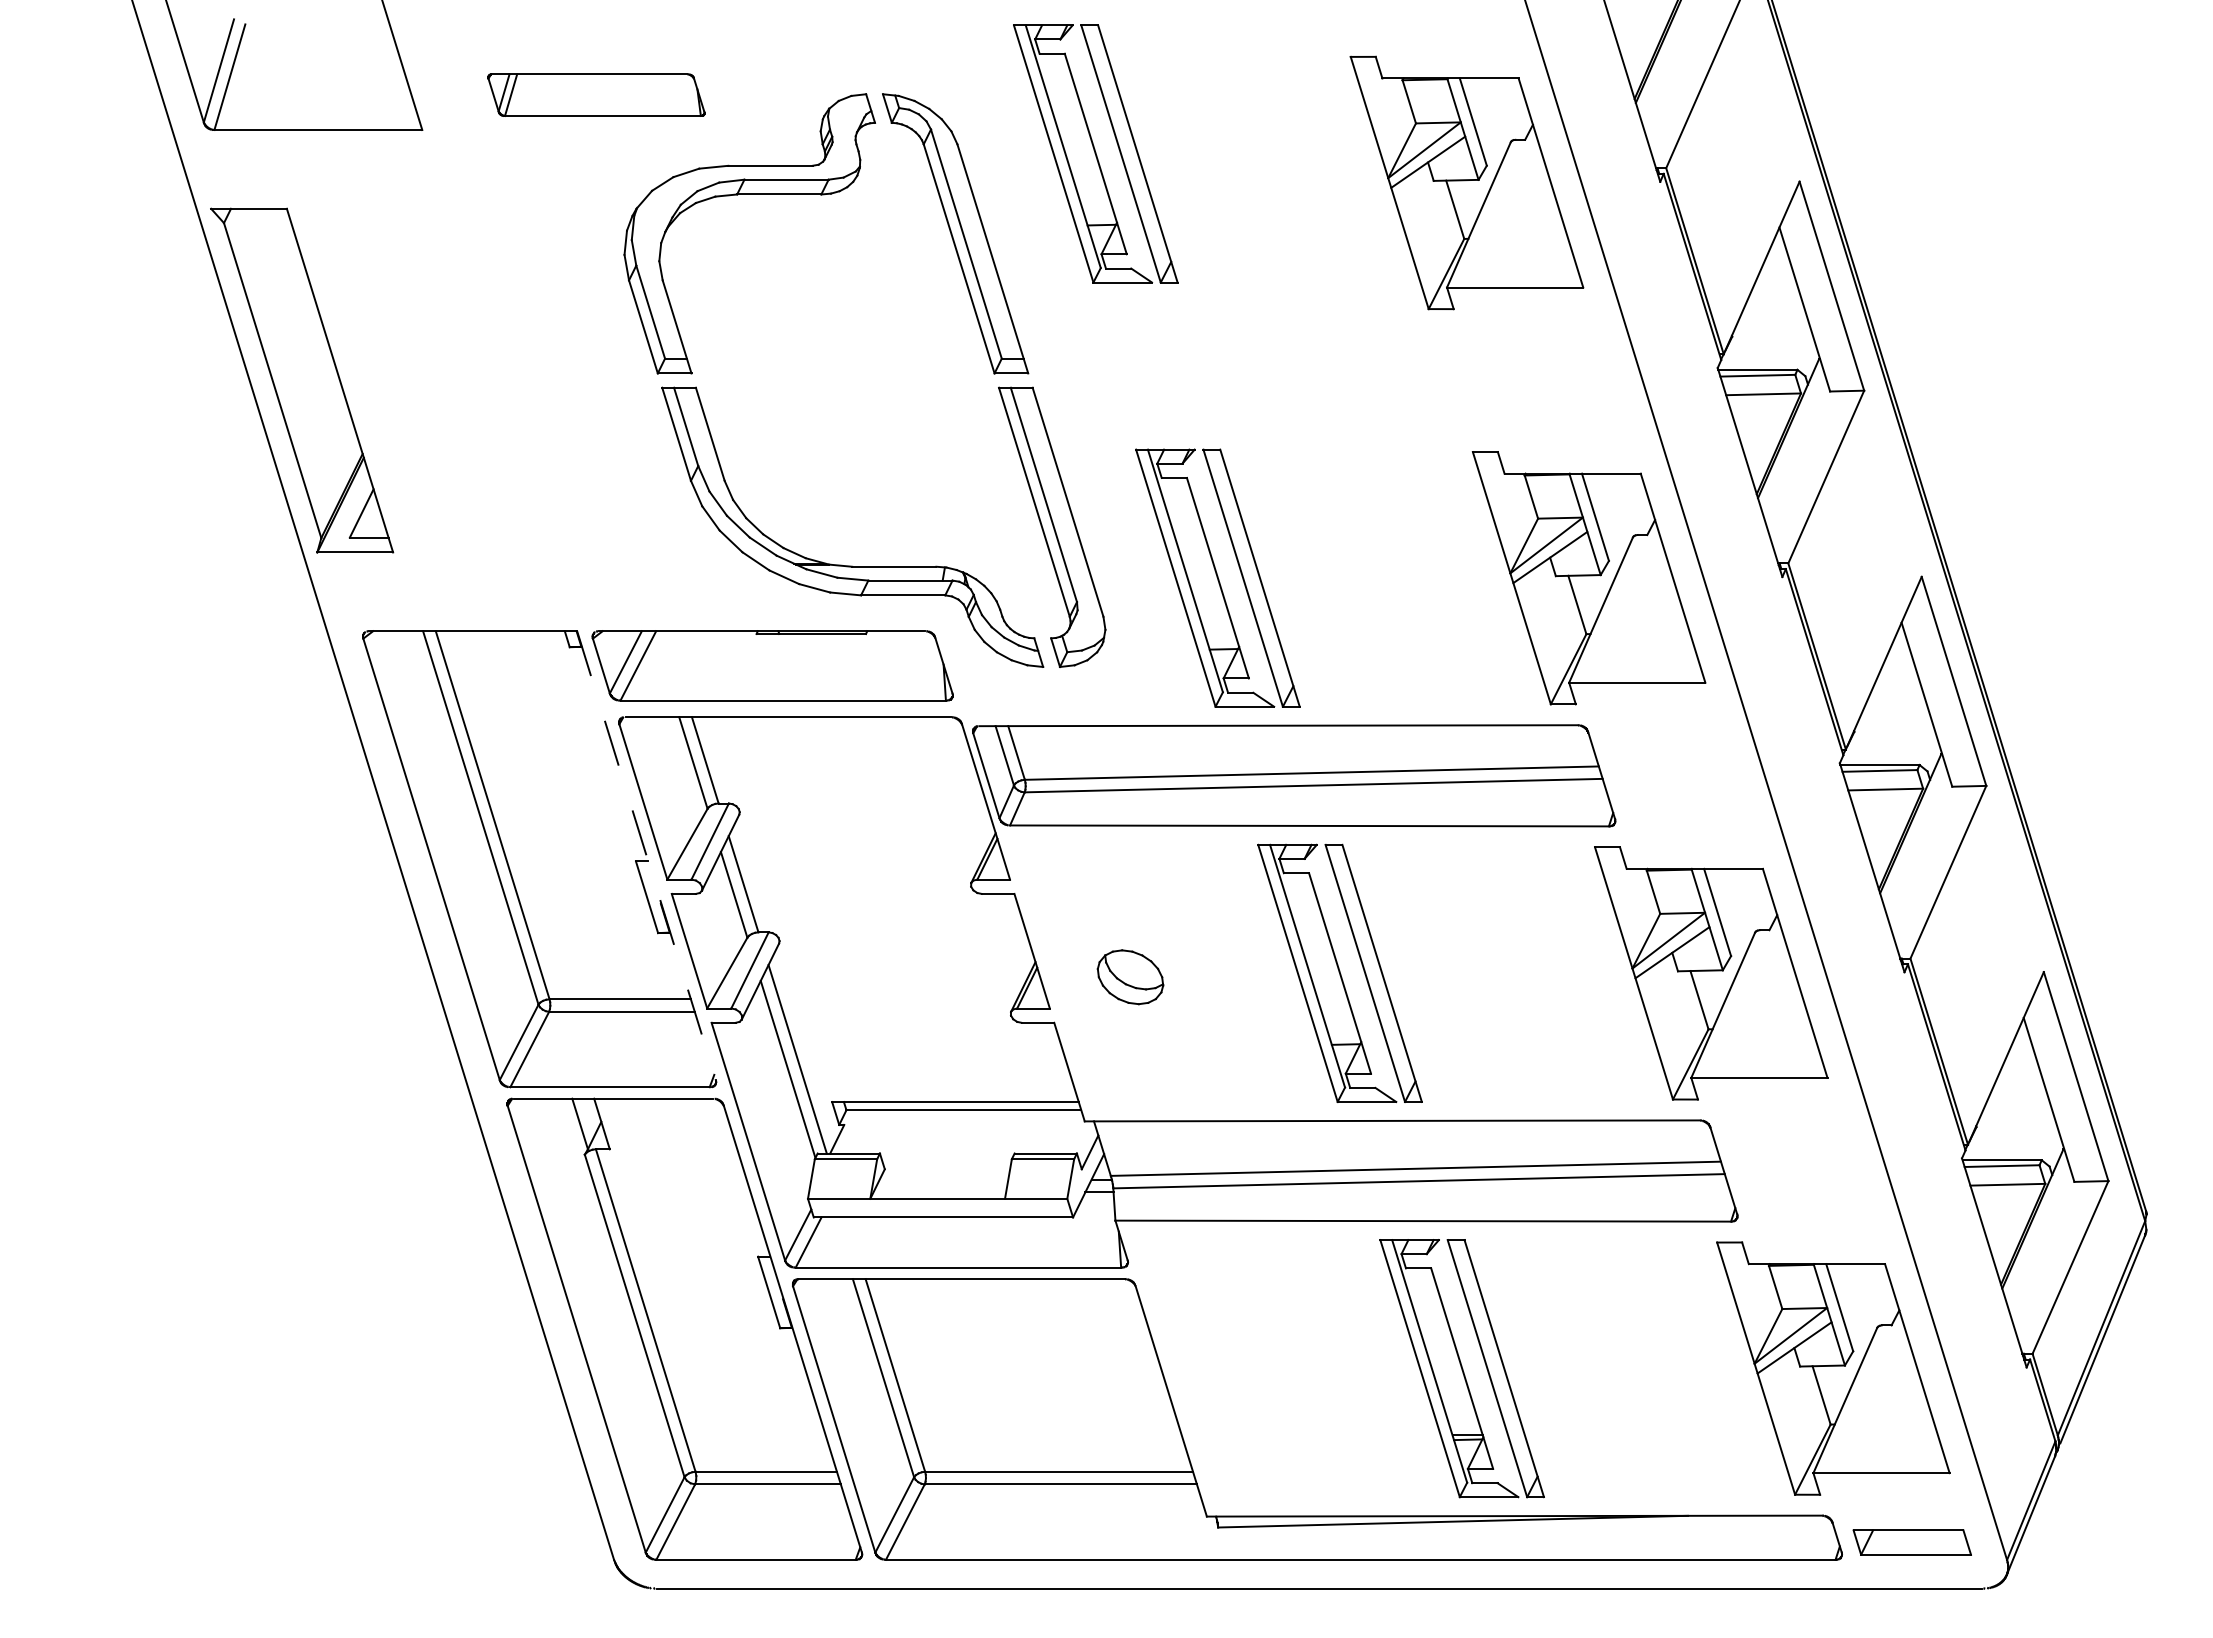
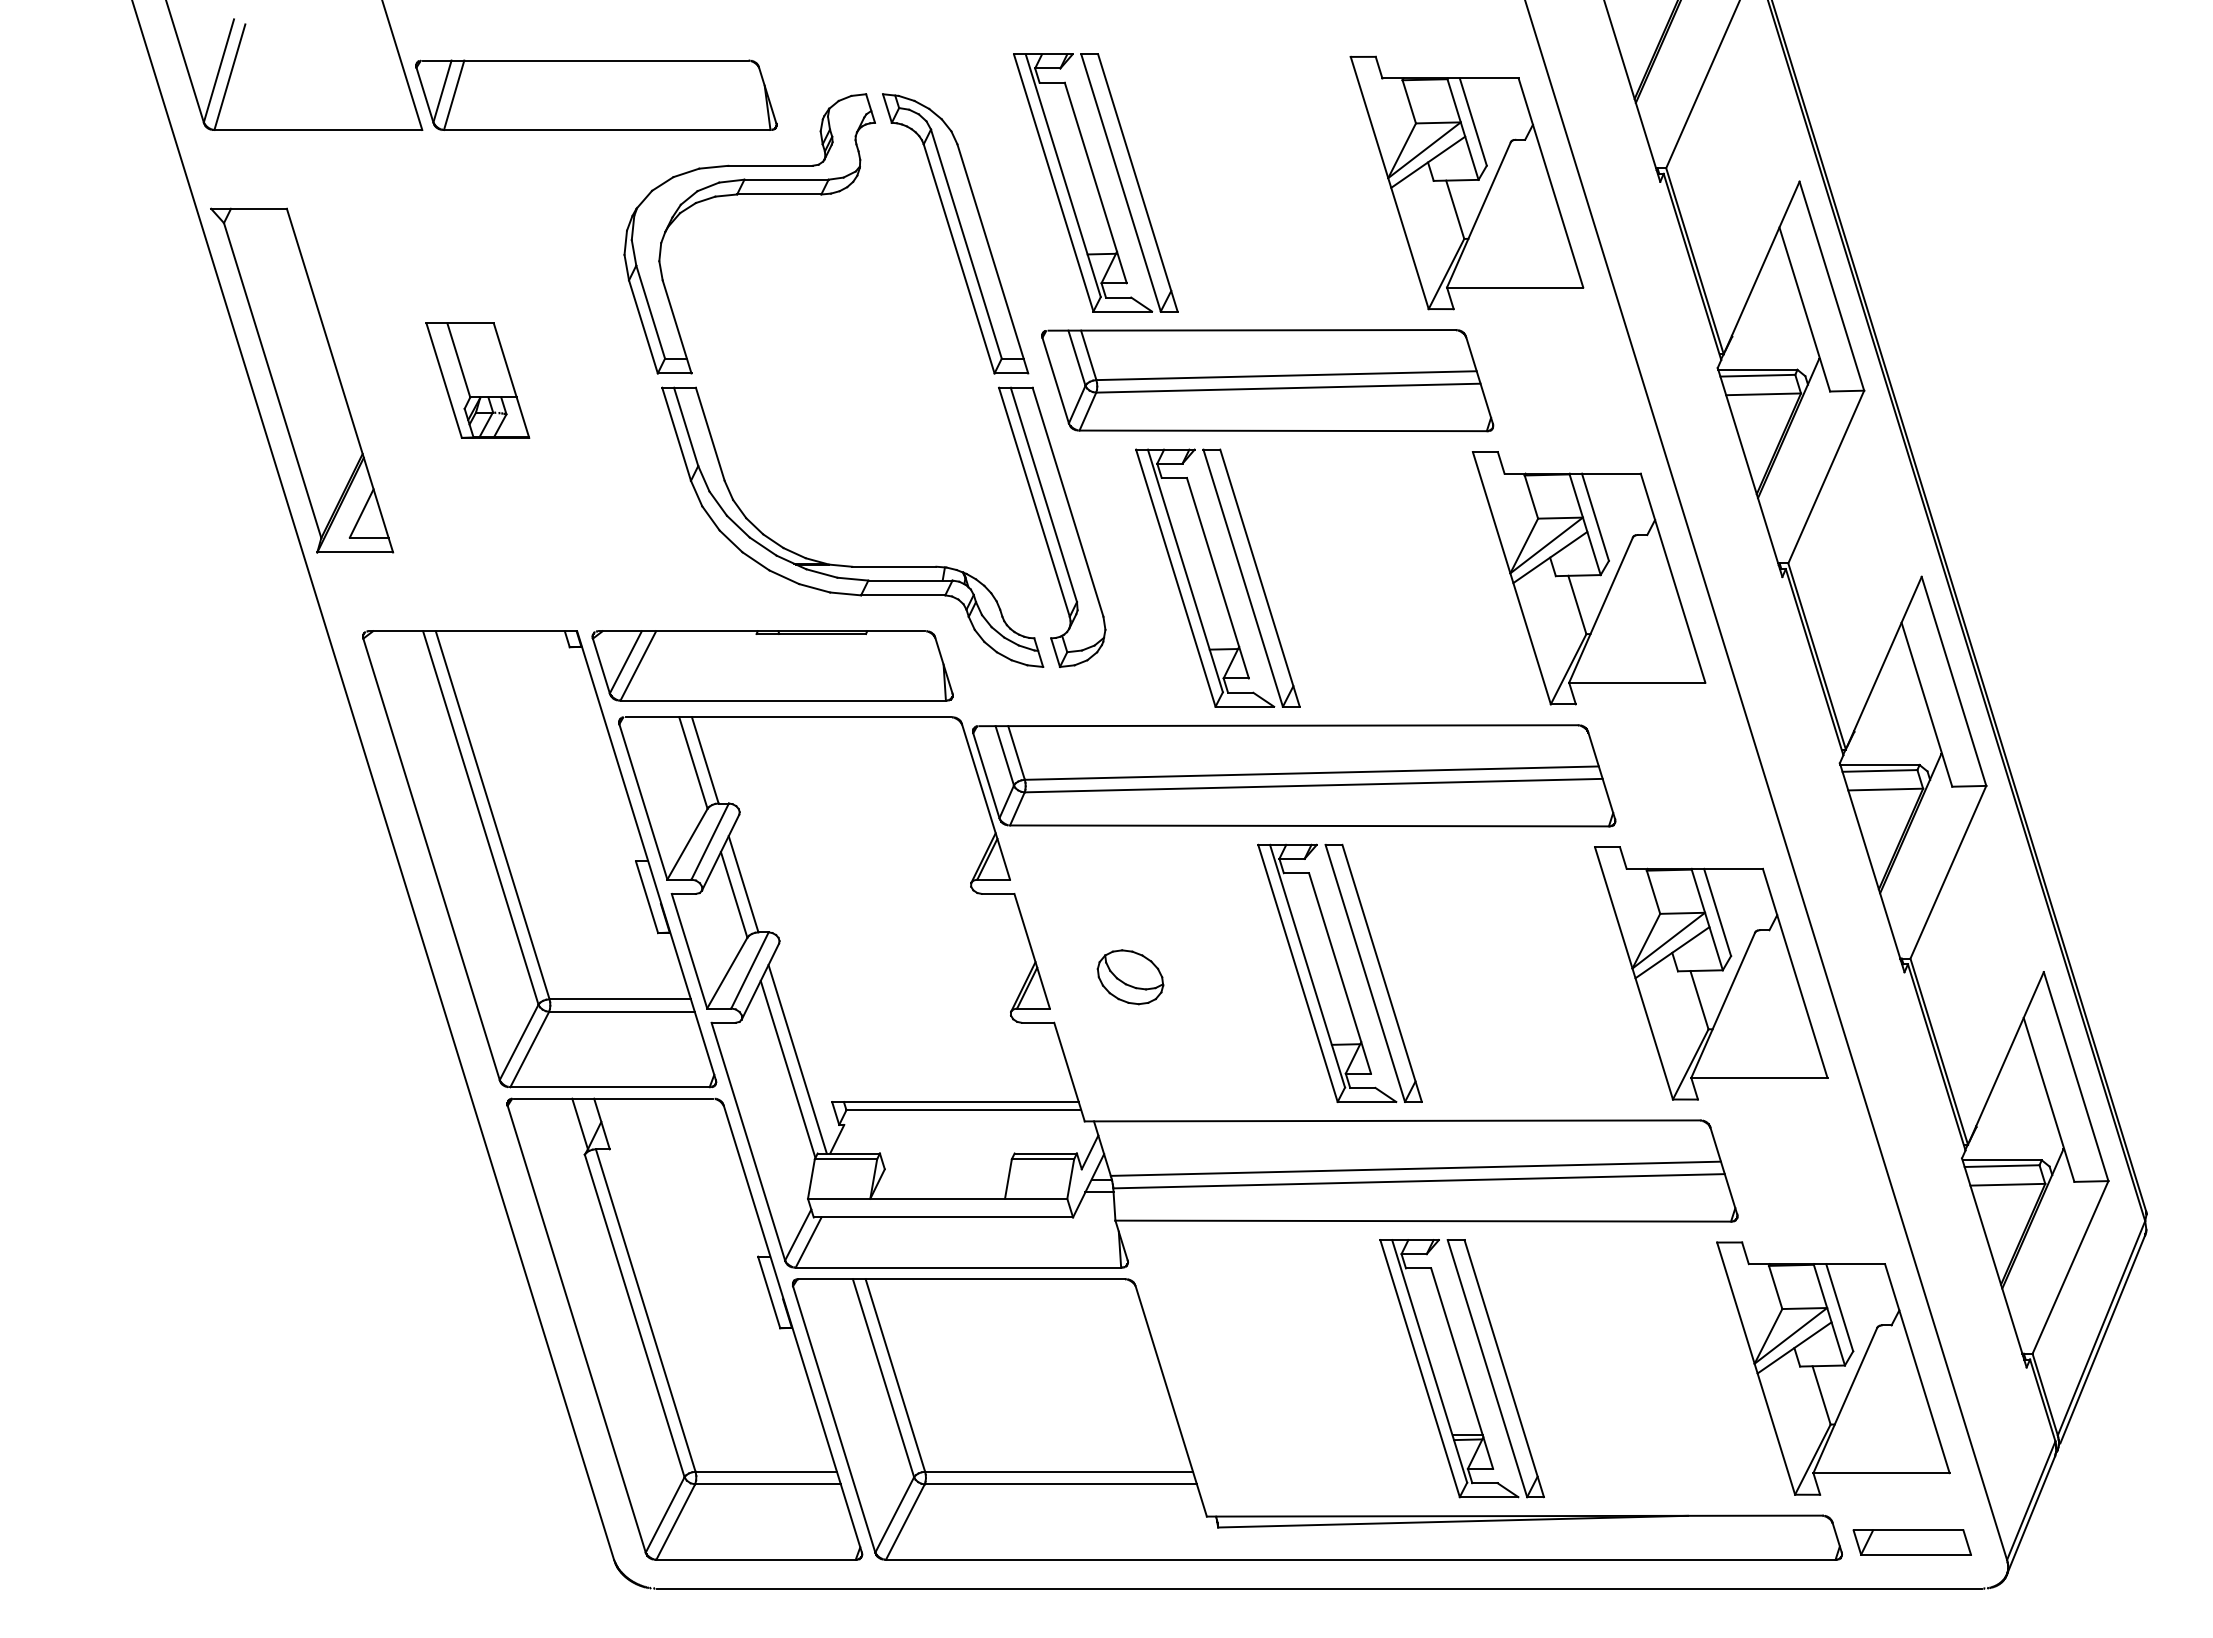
part at (596, 94) size: 219x44 px -> 363x72 px
part at (1095, 153) position: (1095, 153) -> (1095, 182)
part at (477, 380): none -> present
part at (1267, 380): none -> present
line at (646, 855): dashed -> solid
